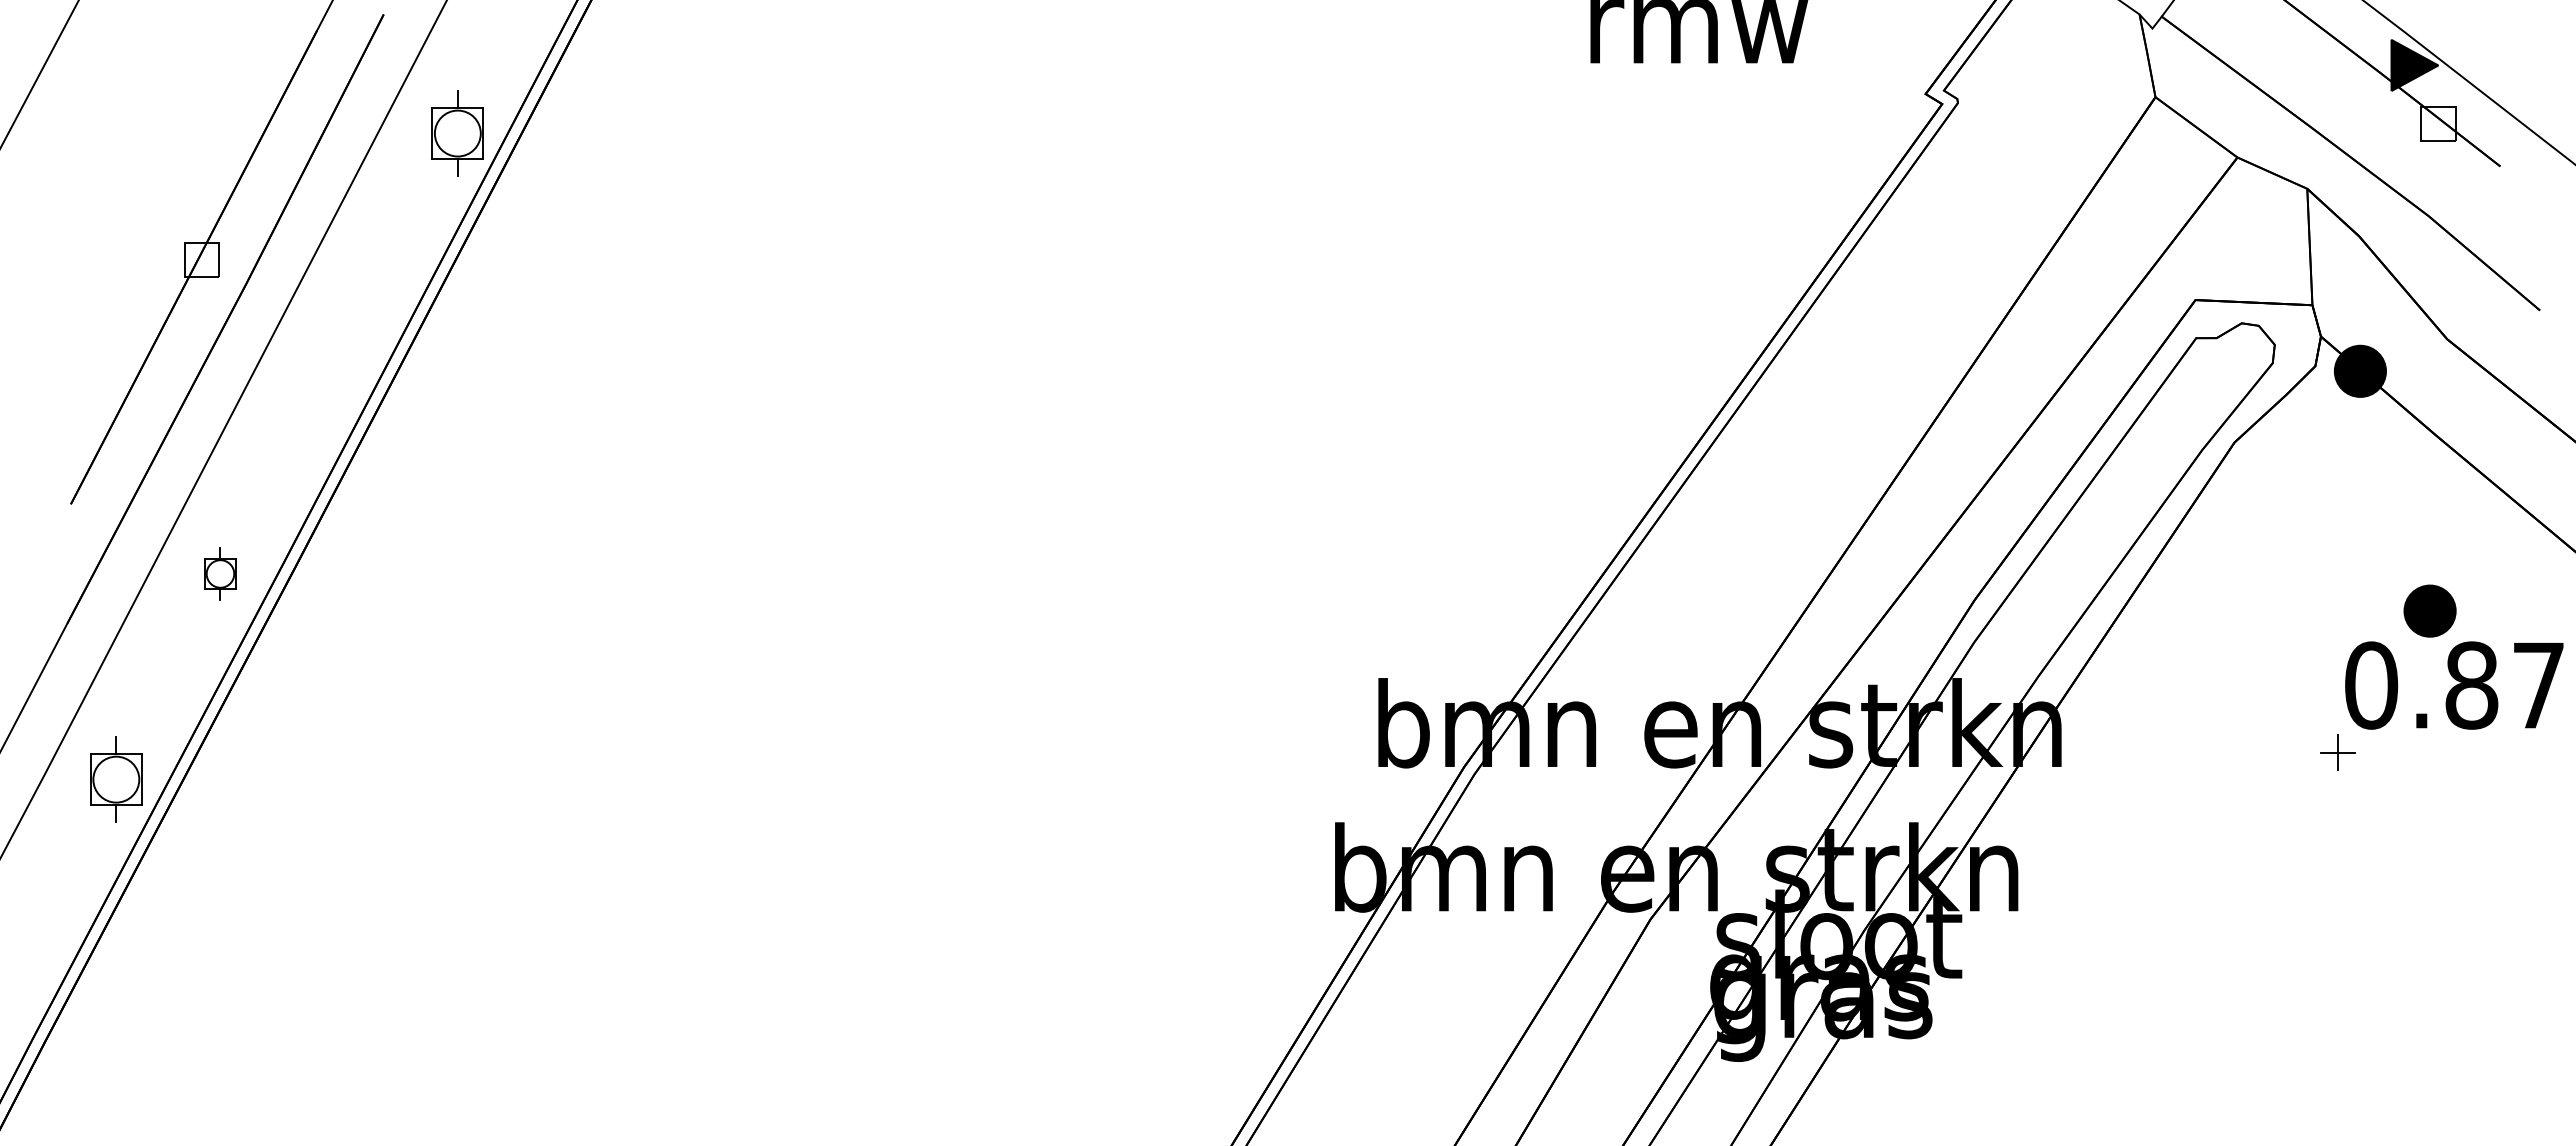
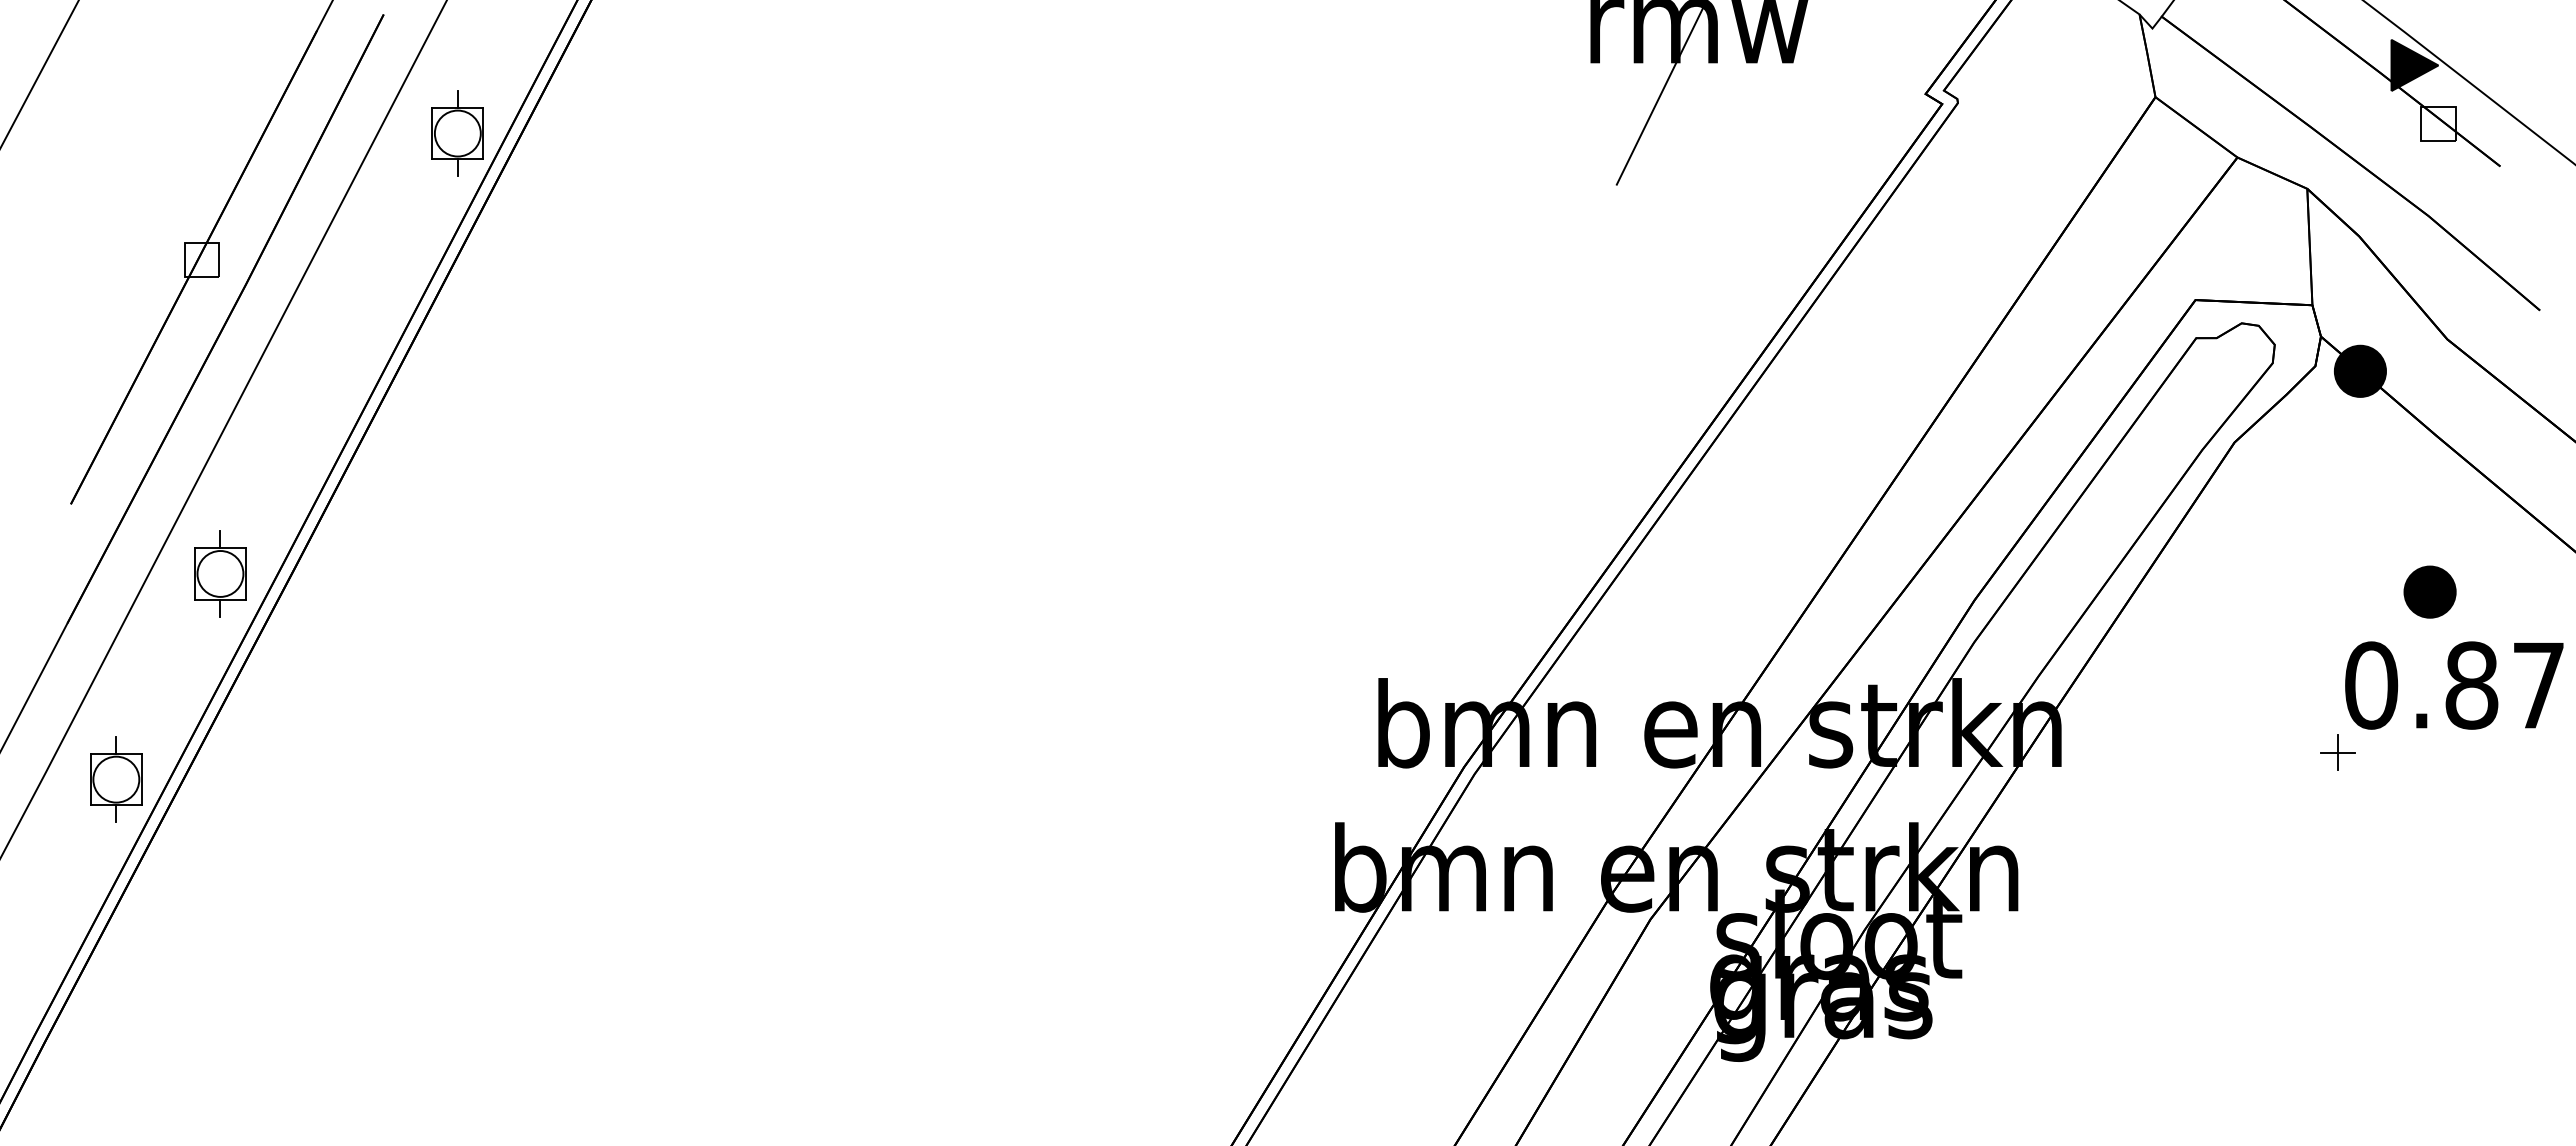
line at (1660, 93): none -> present
part at (220, 573) size: 33x54 px -> 53x88 px
part at (2429, 610) position: (2429, 610) -> (2429, 591)
